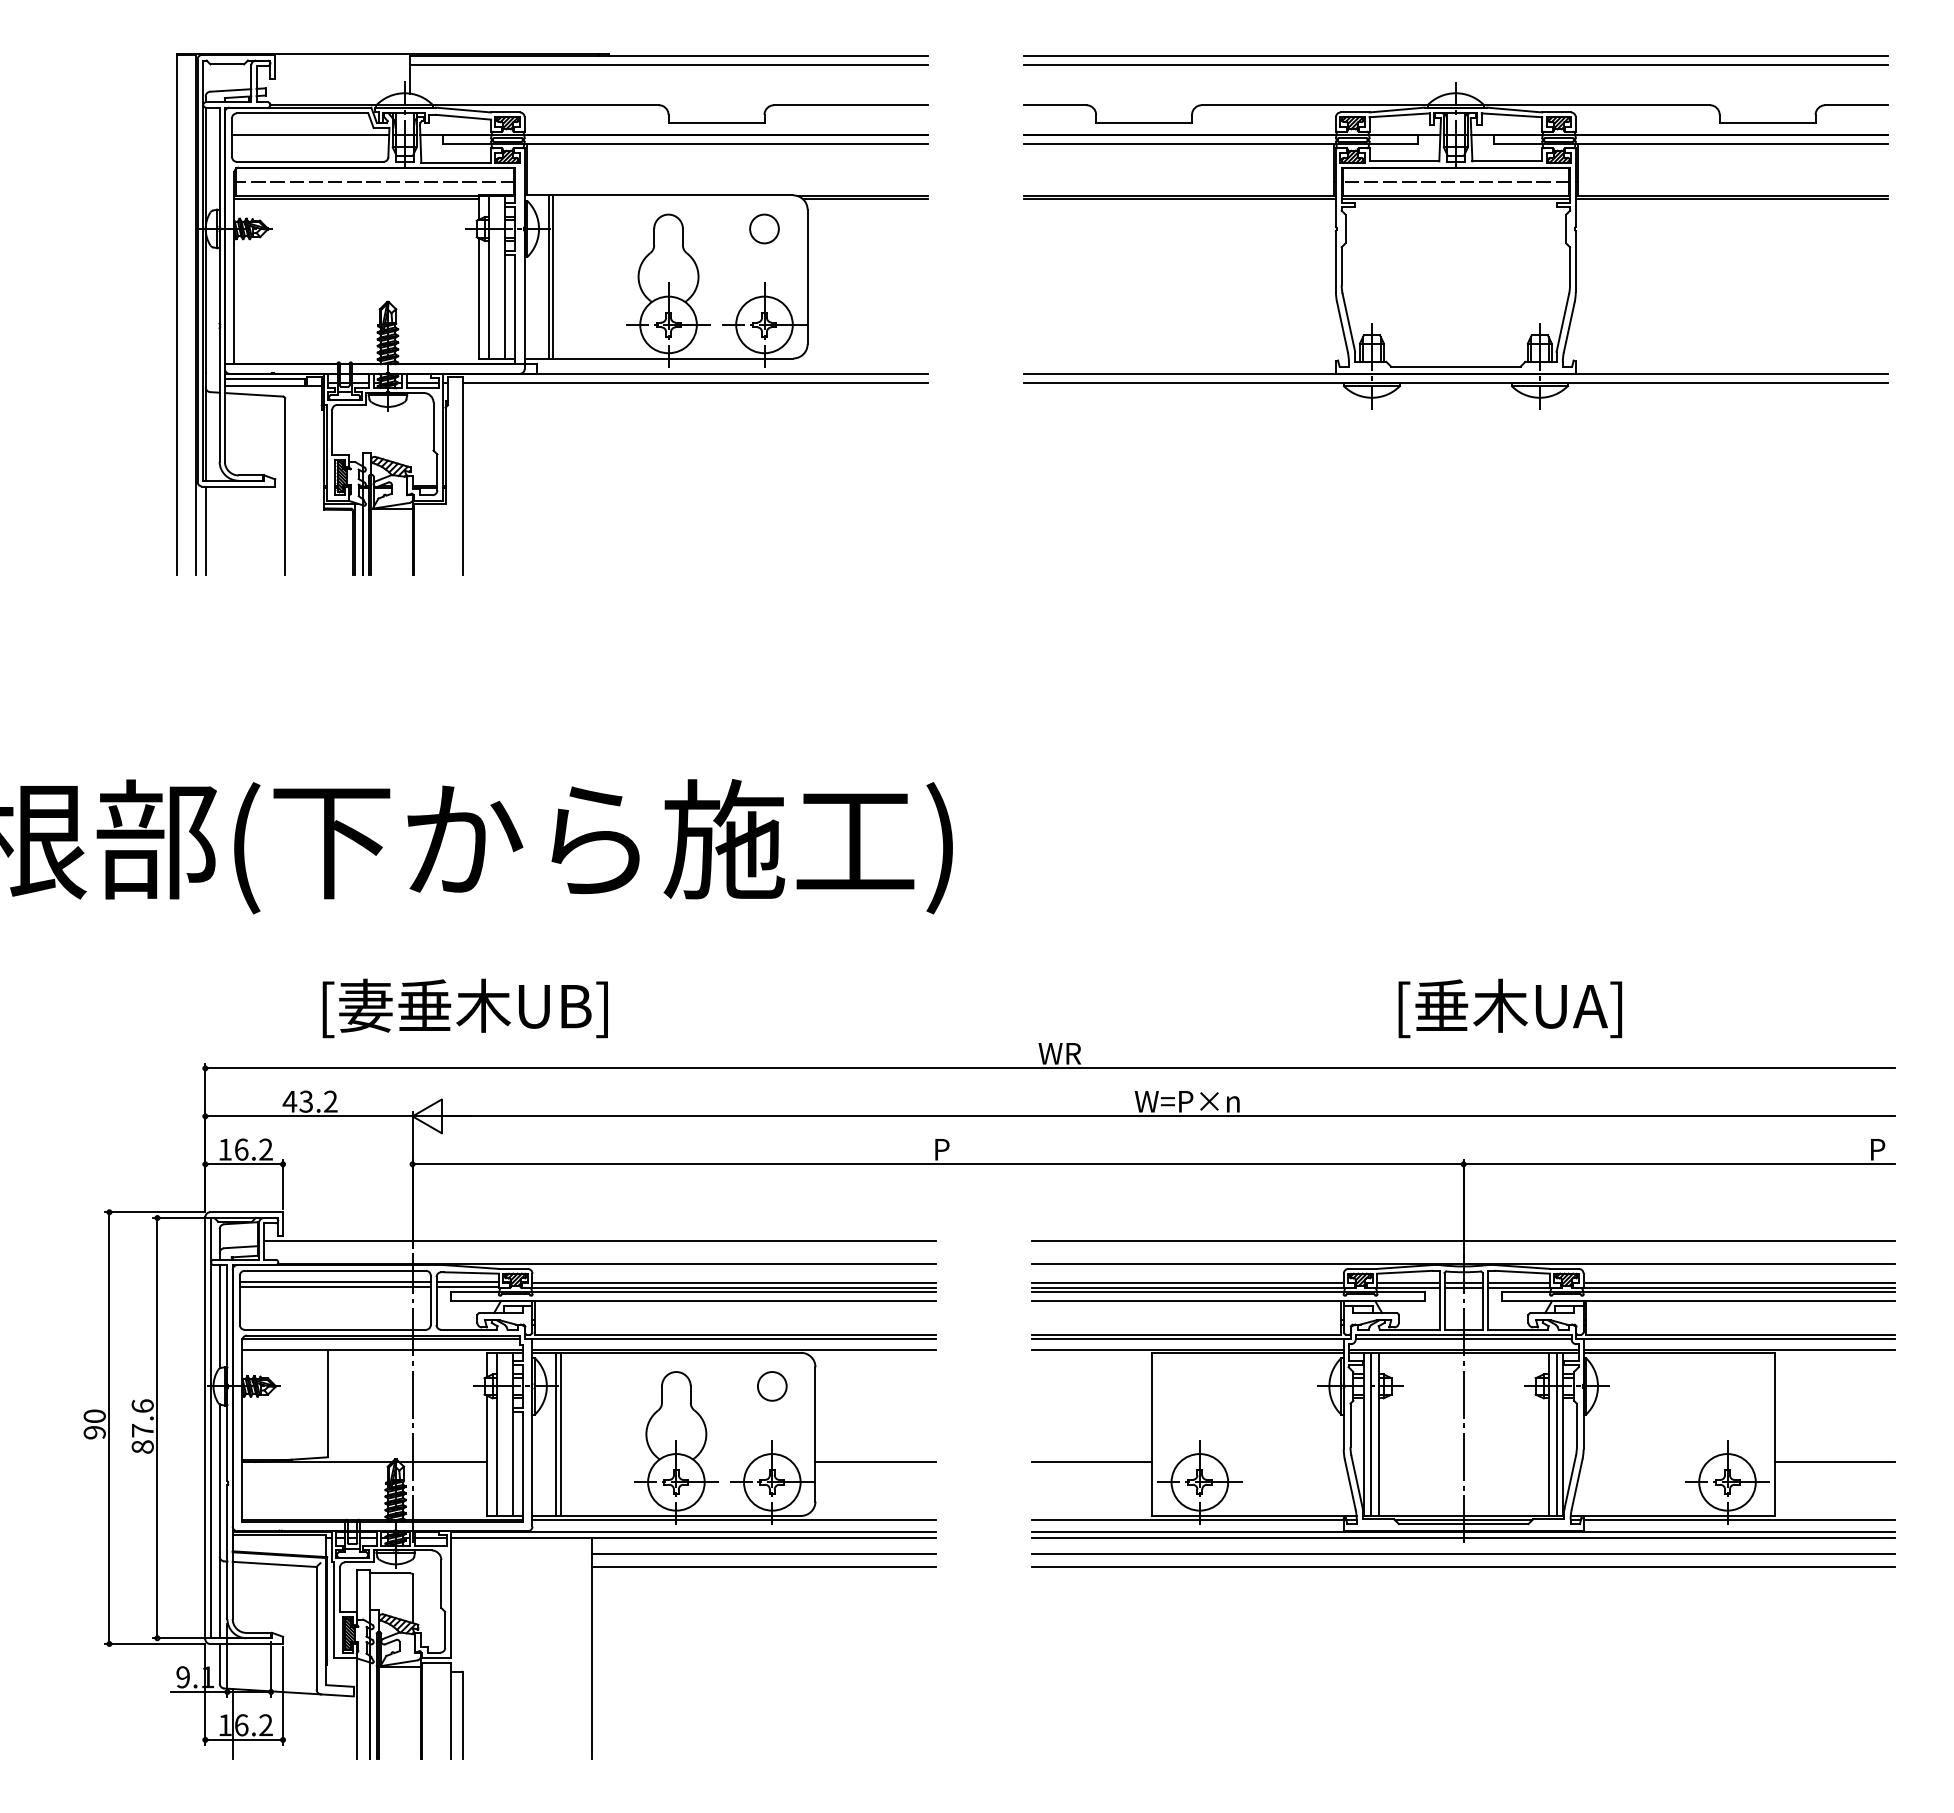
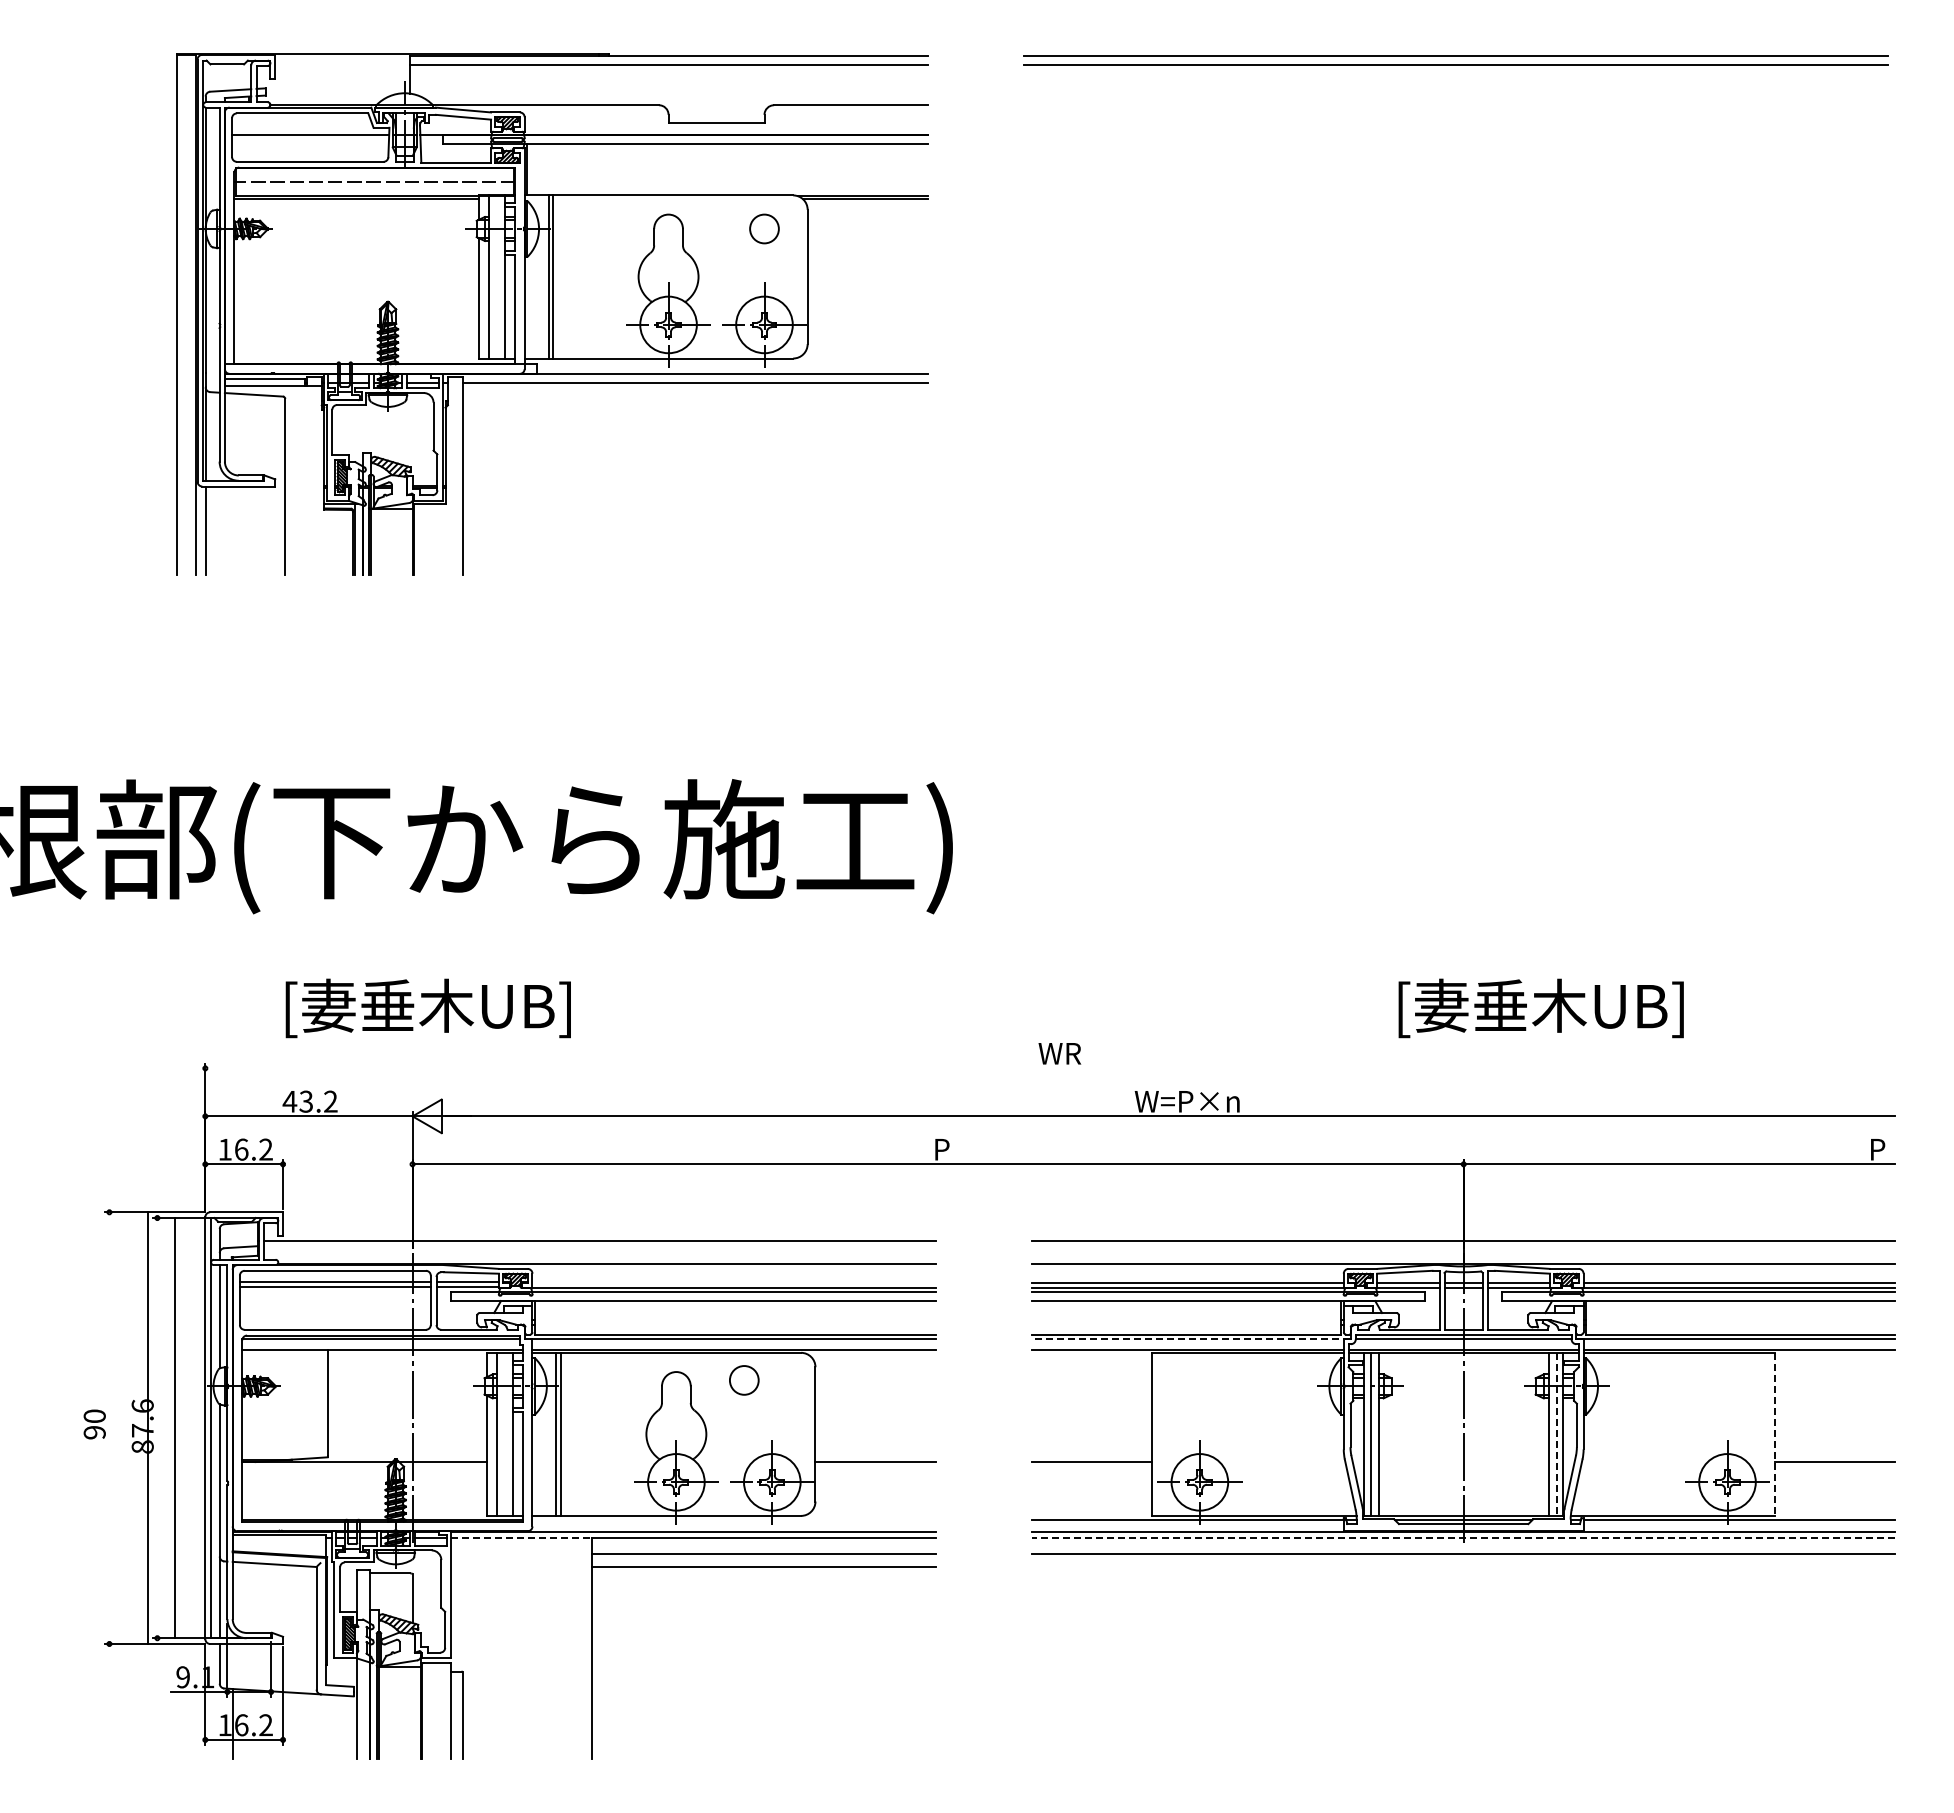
part at (1455, 245): present -> none
text at (464, 1008) position: (464, 1008) -> (427, 1008)
text at (1549, 1008): [垂木UA] -> [妻垂木UB]
line at (1050, 1068): present -> none
line at (734, 1282): present -> none
line at (1190, 1339): solid -> dashed
circle at (772, 1386) position: (772, 1386) -> (744, 1380)
line at (109, 1427) position: (109, 1427) -> (148, 1427)
line at (157, 1428) position: (157, 1428) -> (175, 1428)
line at (1556, 1434): solid -> dashed
line at (1775, 1434): solid -> dashed
line at (734, 1520): present -> none
line at (521, 1538): solid -> dashed
line at (1463, 1538): solid -> dashed
line at (1463, 1566): present -> none
